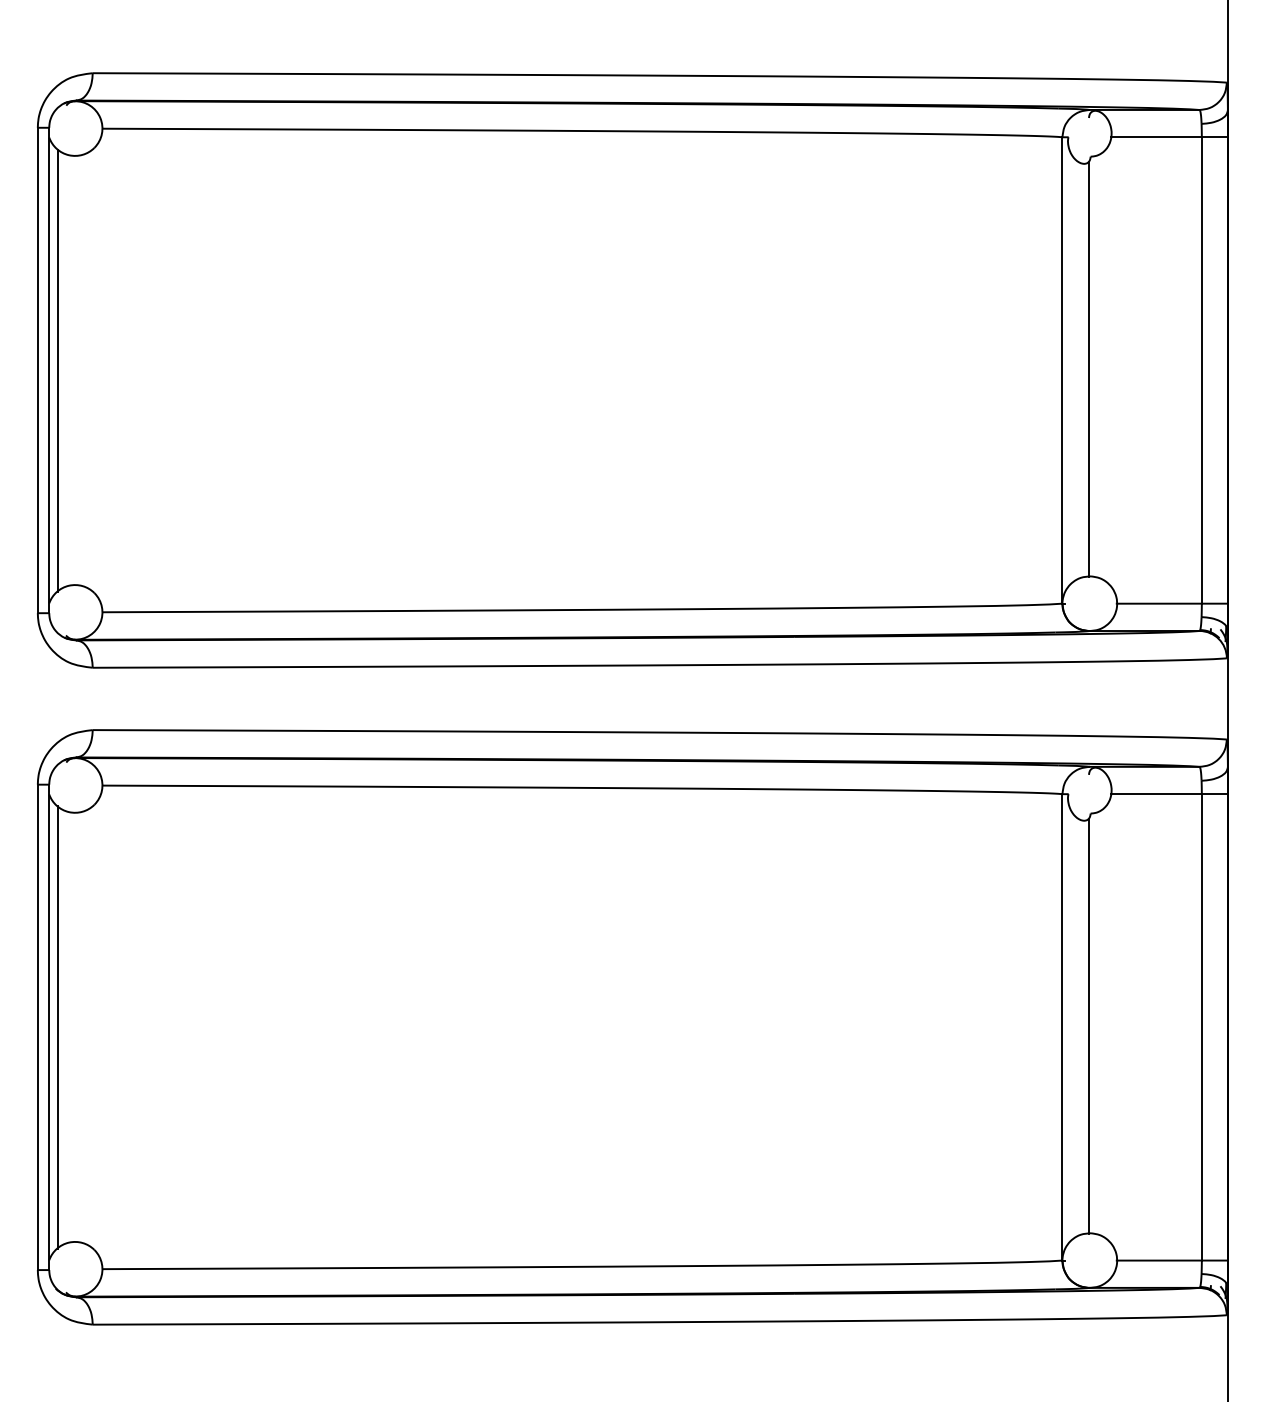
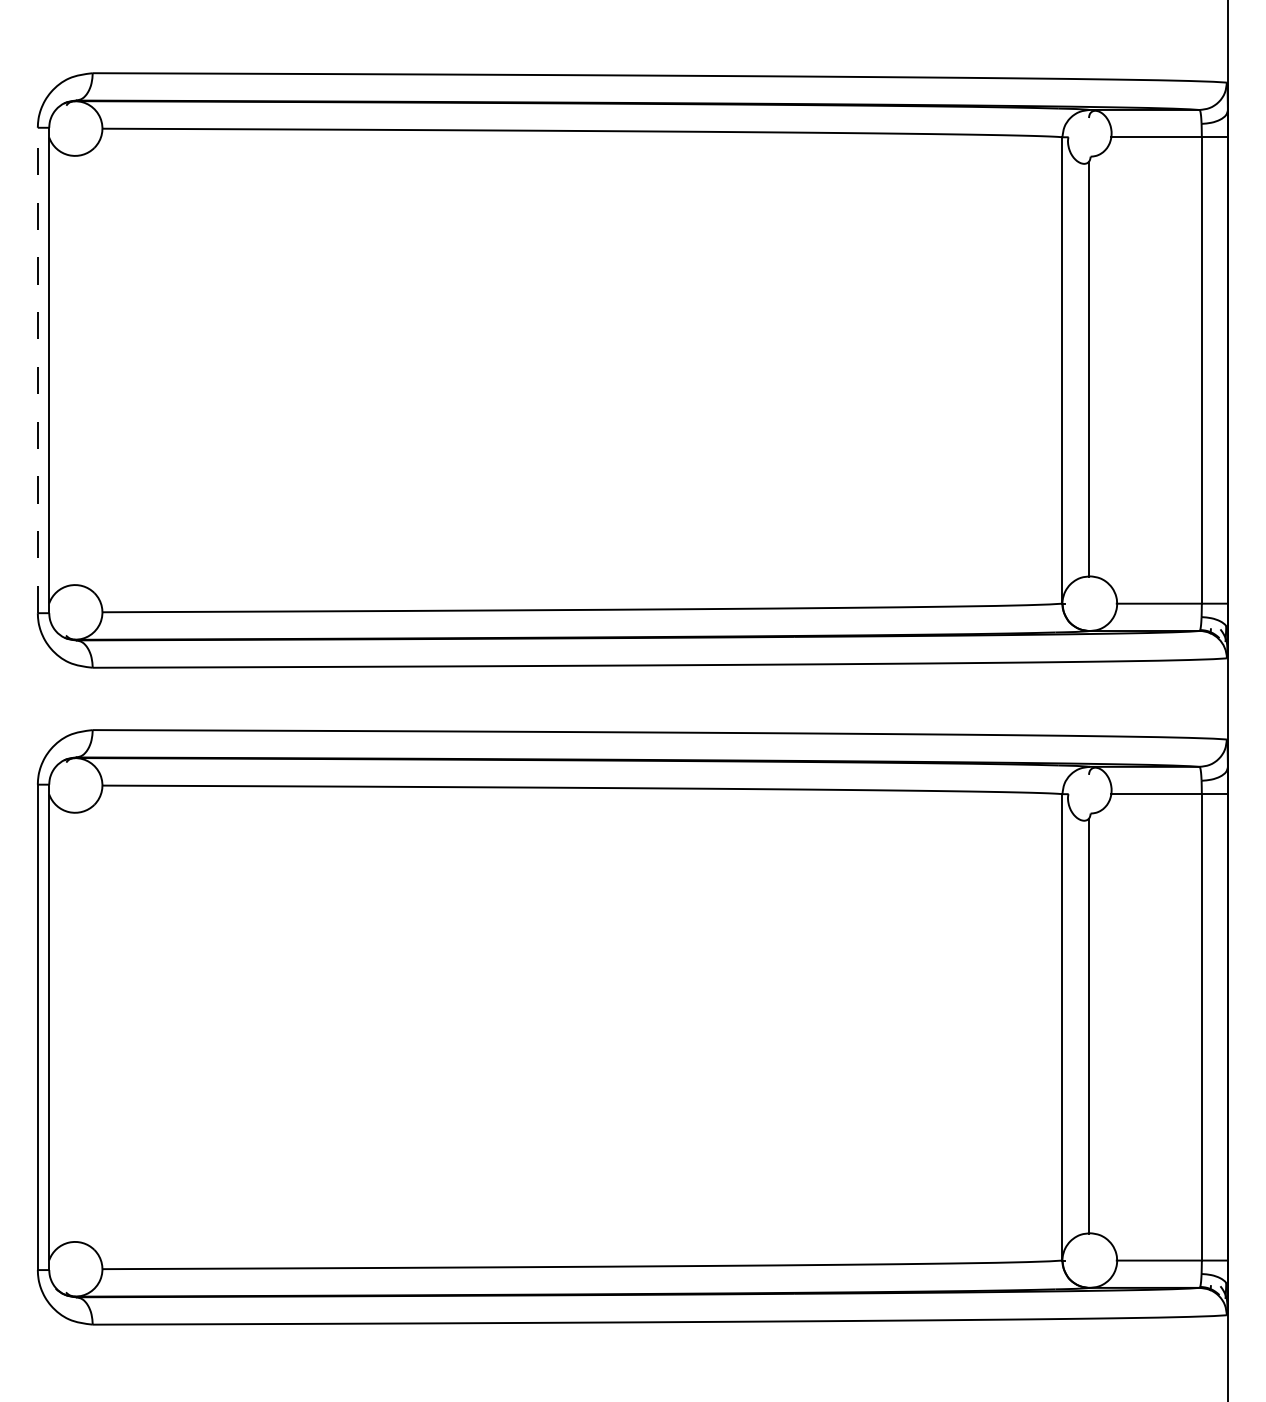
line at (37, 370): solid -> dashed
line at (57, 370): present -> none
line at (57, 1027): present -> none
